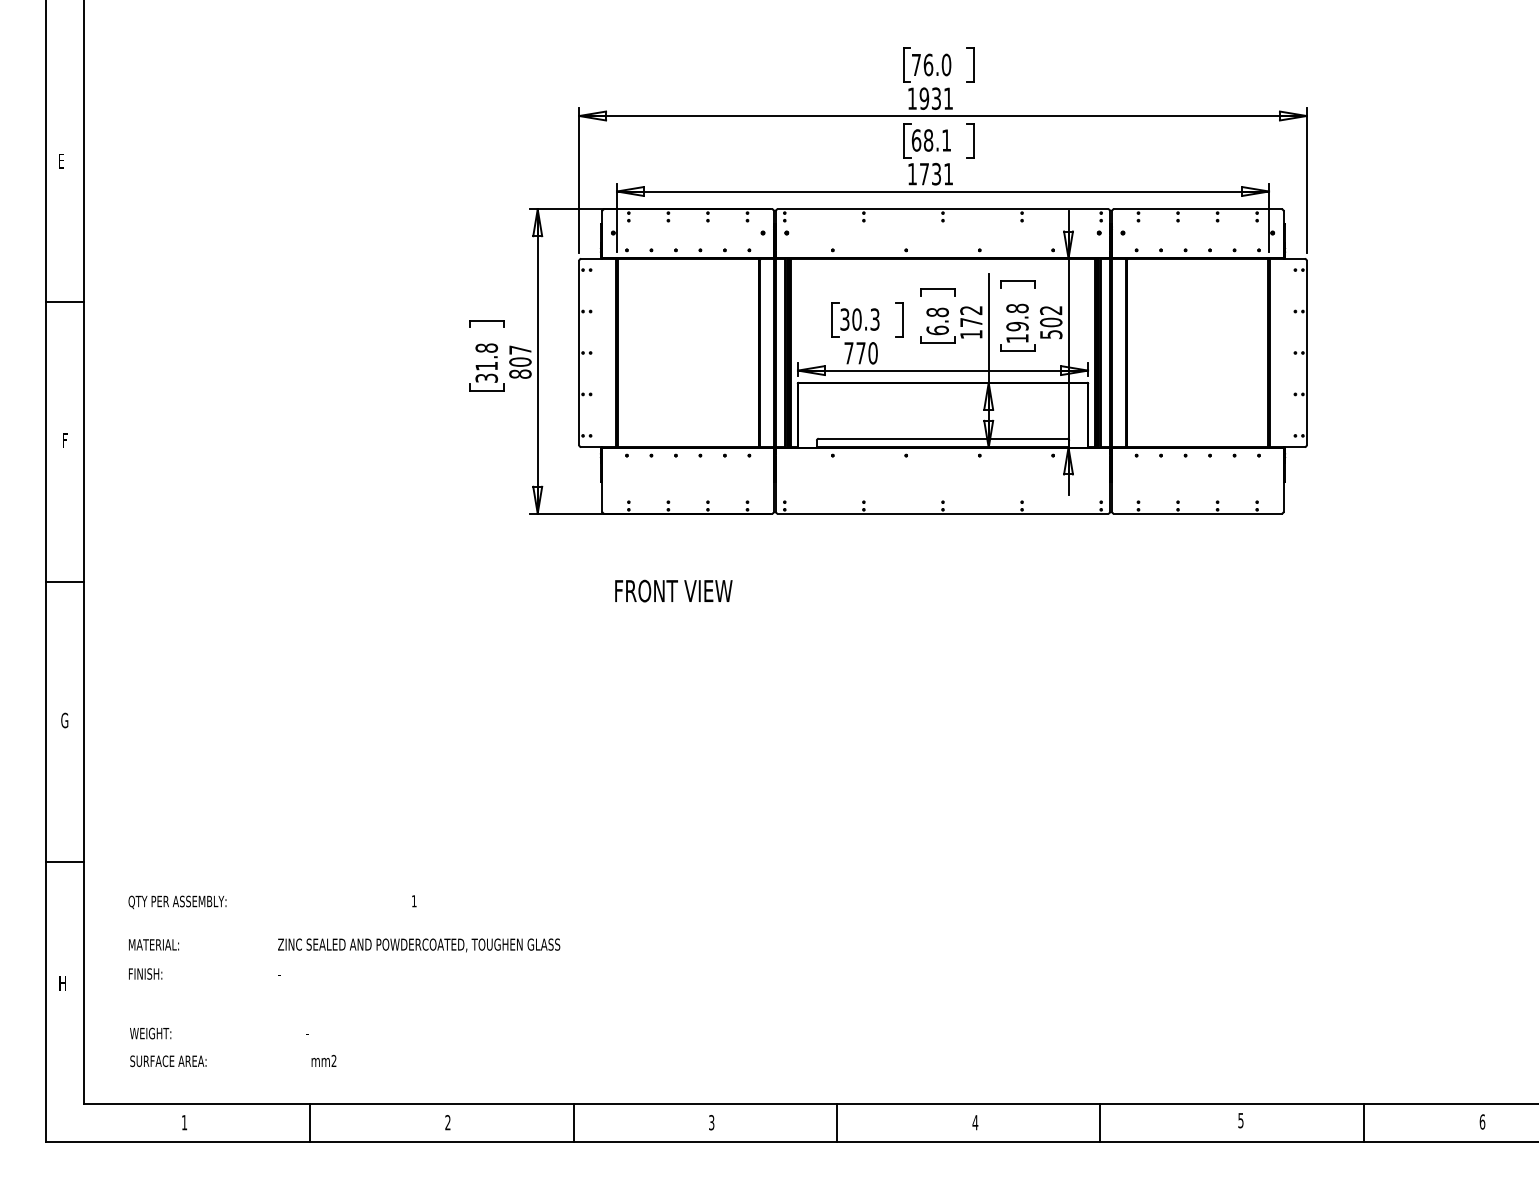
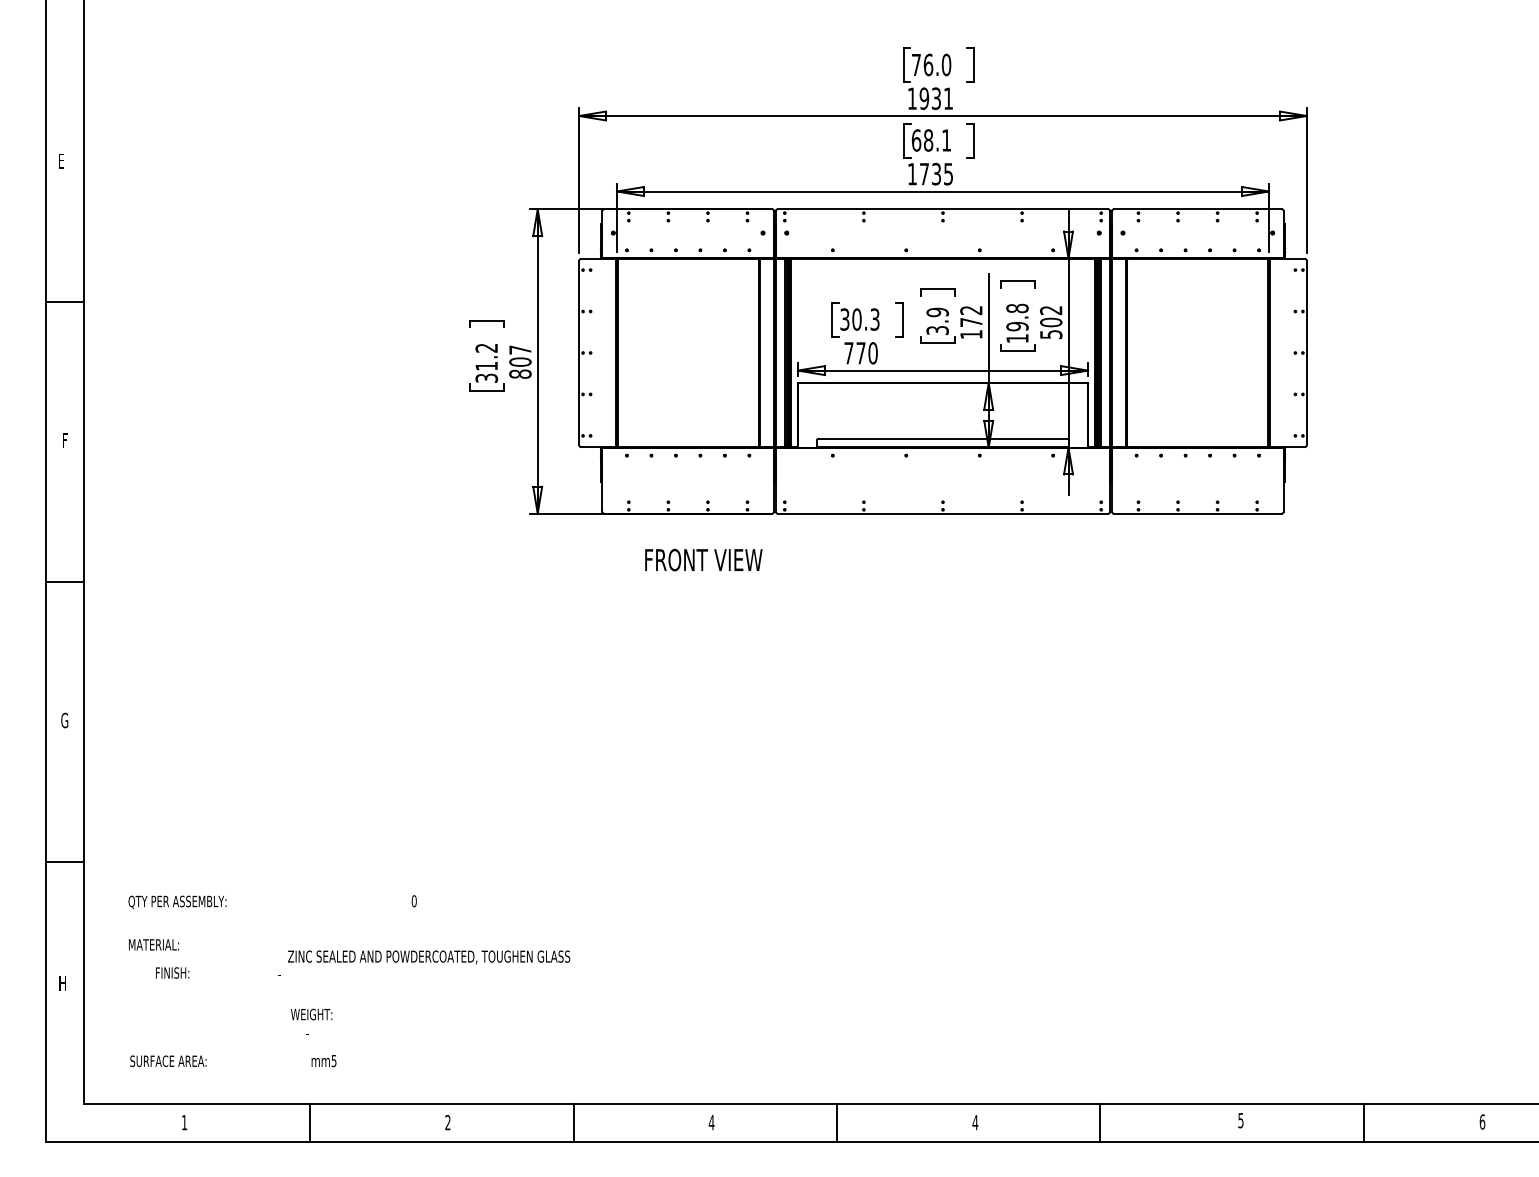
text at (948, 174): 1731 -> 1735
text at (937, 321): 6.8 -> 3.9
text at (486, 347): 31.8 -> 31.2
text at (673, 590) position: (673, 590) -> (703, 559)
text at (413, 901): 1 -> 0
text at (419, 945) position: (419, 945) -> (429, 957)
text at (145, 973) position: (145, 973) -> (172, 972)
text at (150, 1033) position: (150, 1033) -> (311, 1014)
text at (333, 1060): mm2 -> mm5
text at (711, 1122): 3 -> 4
